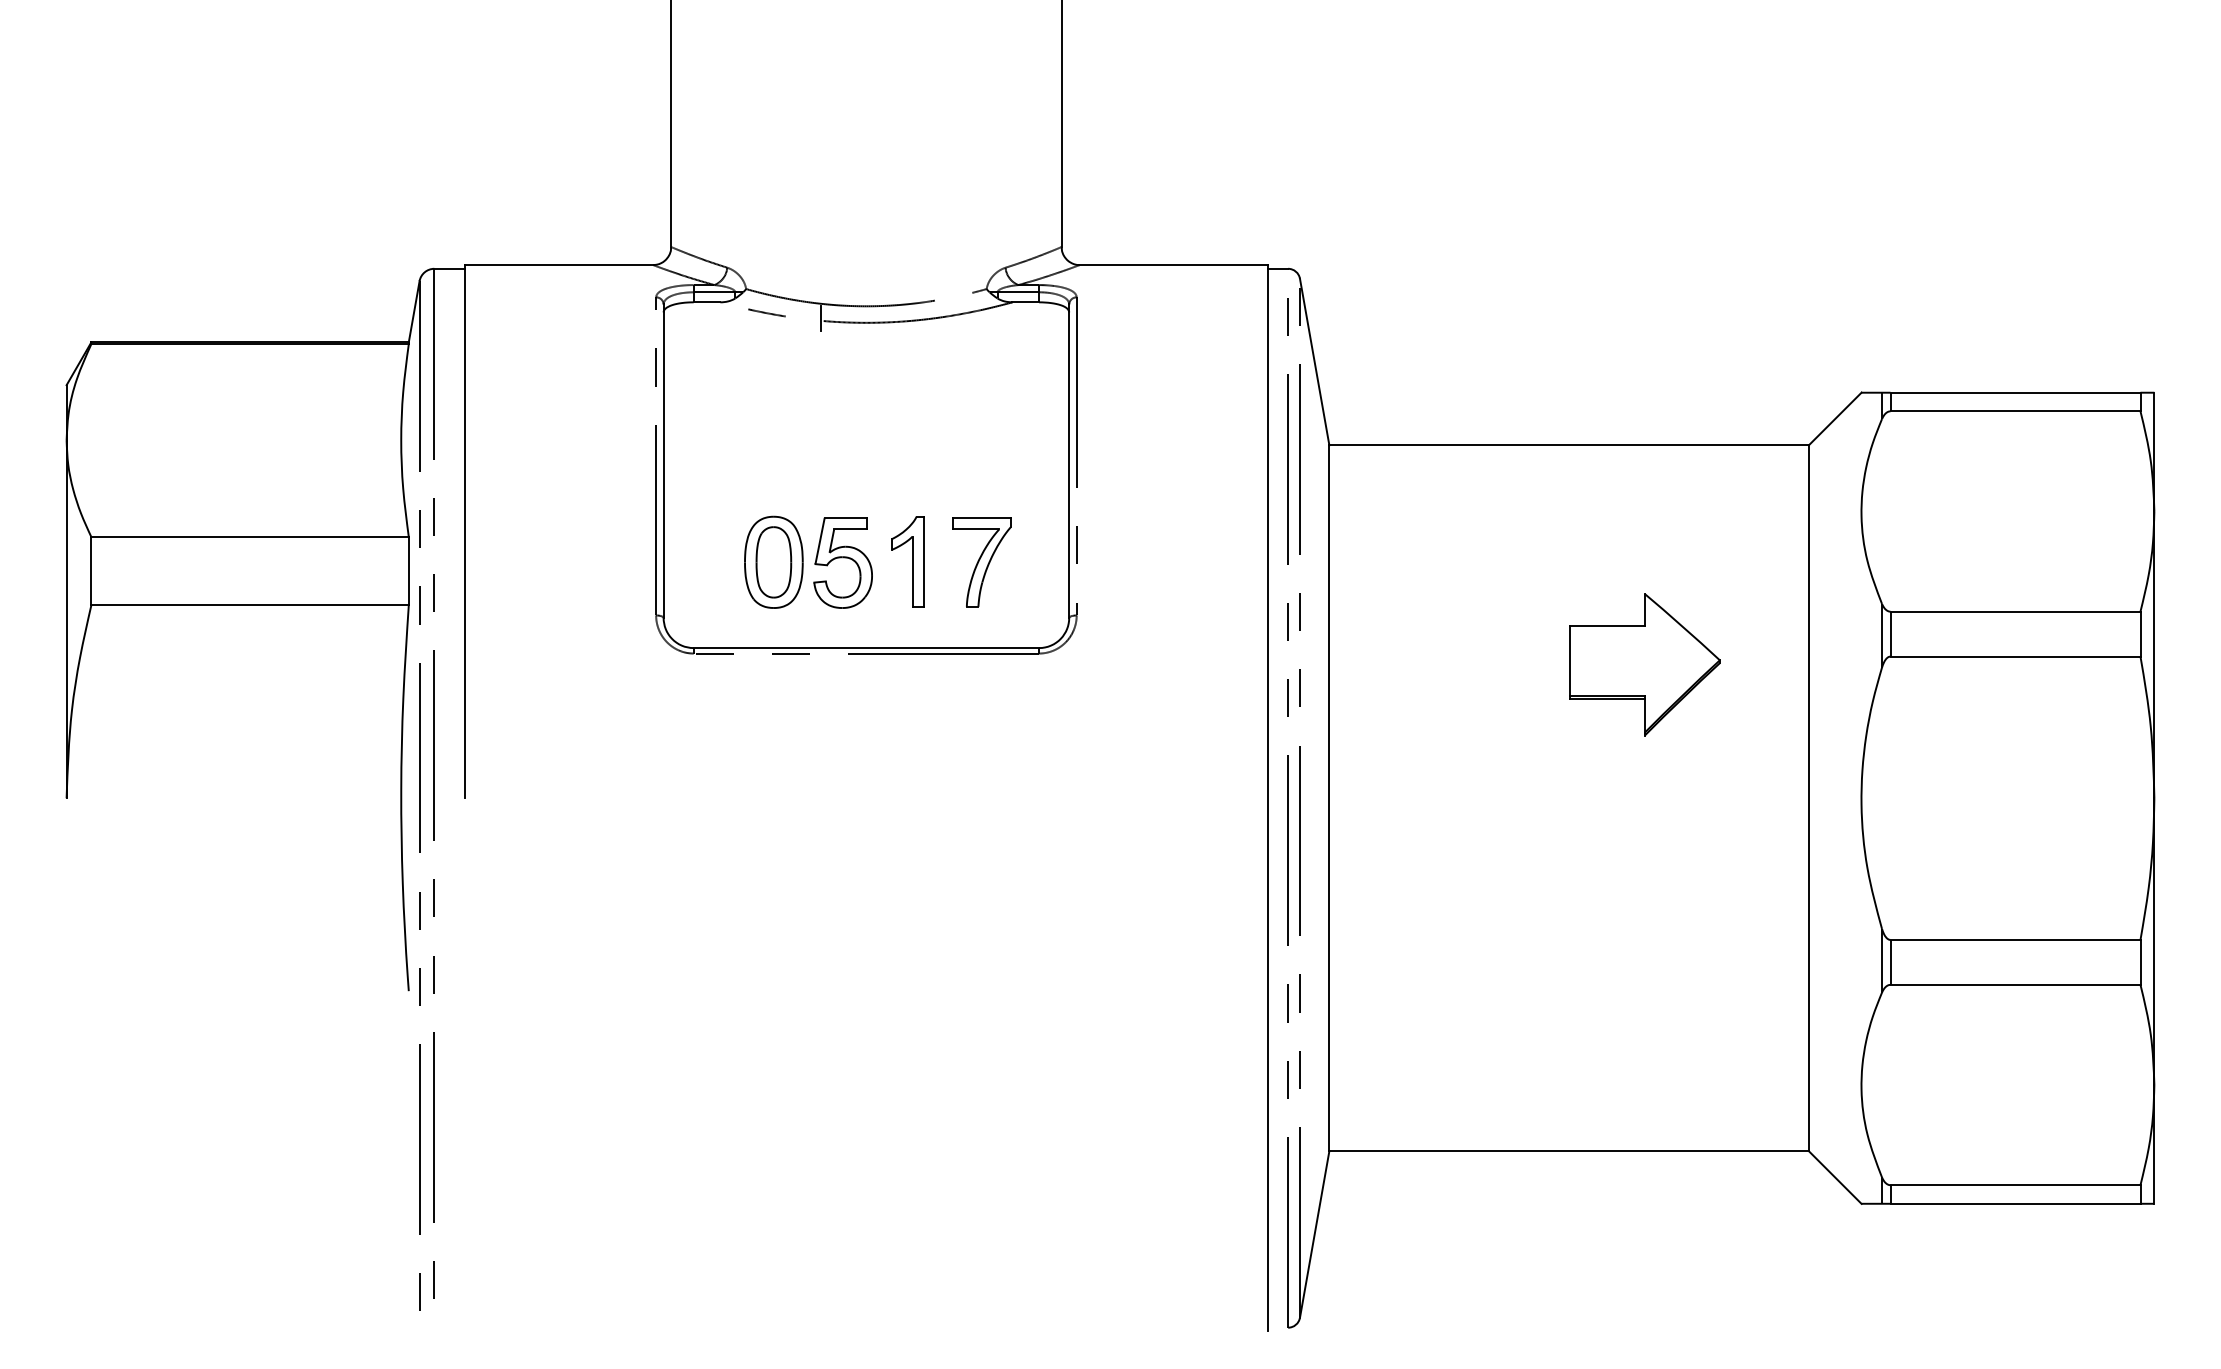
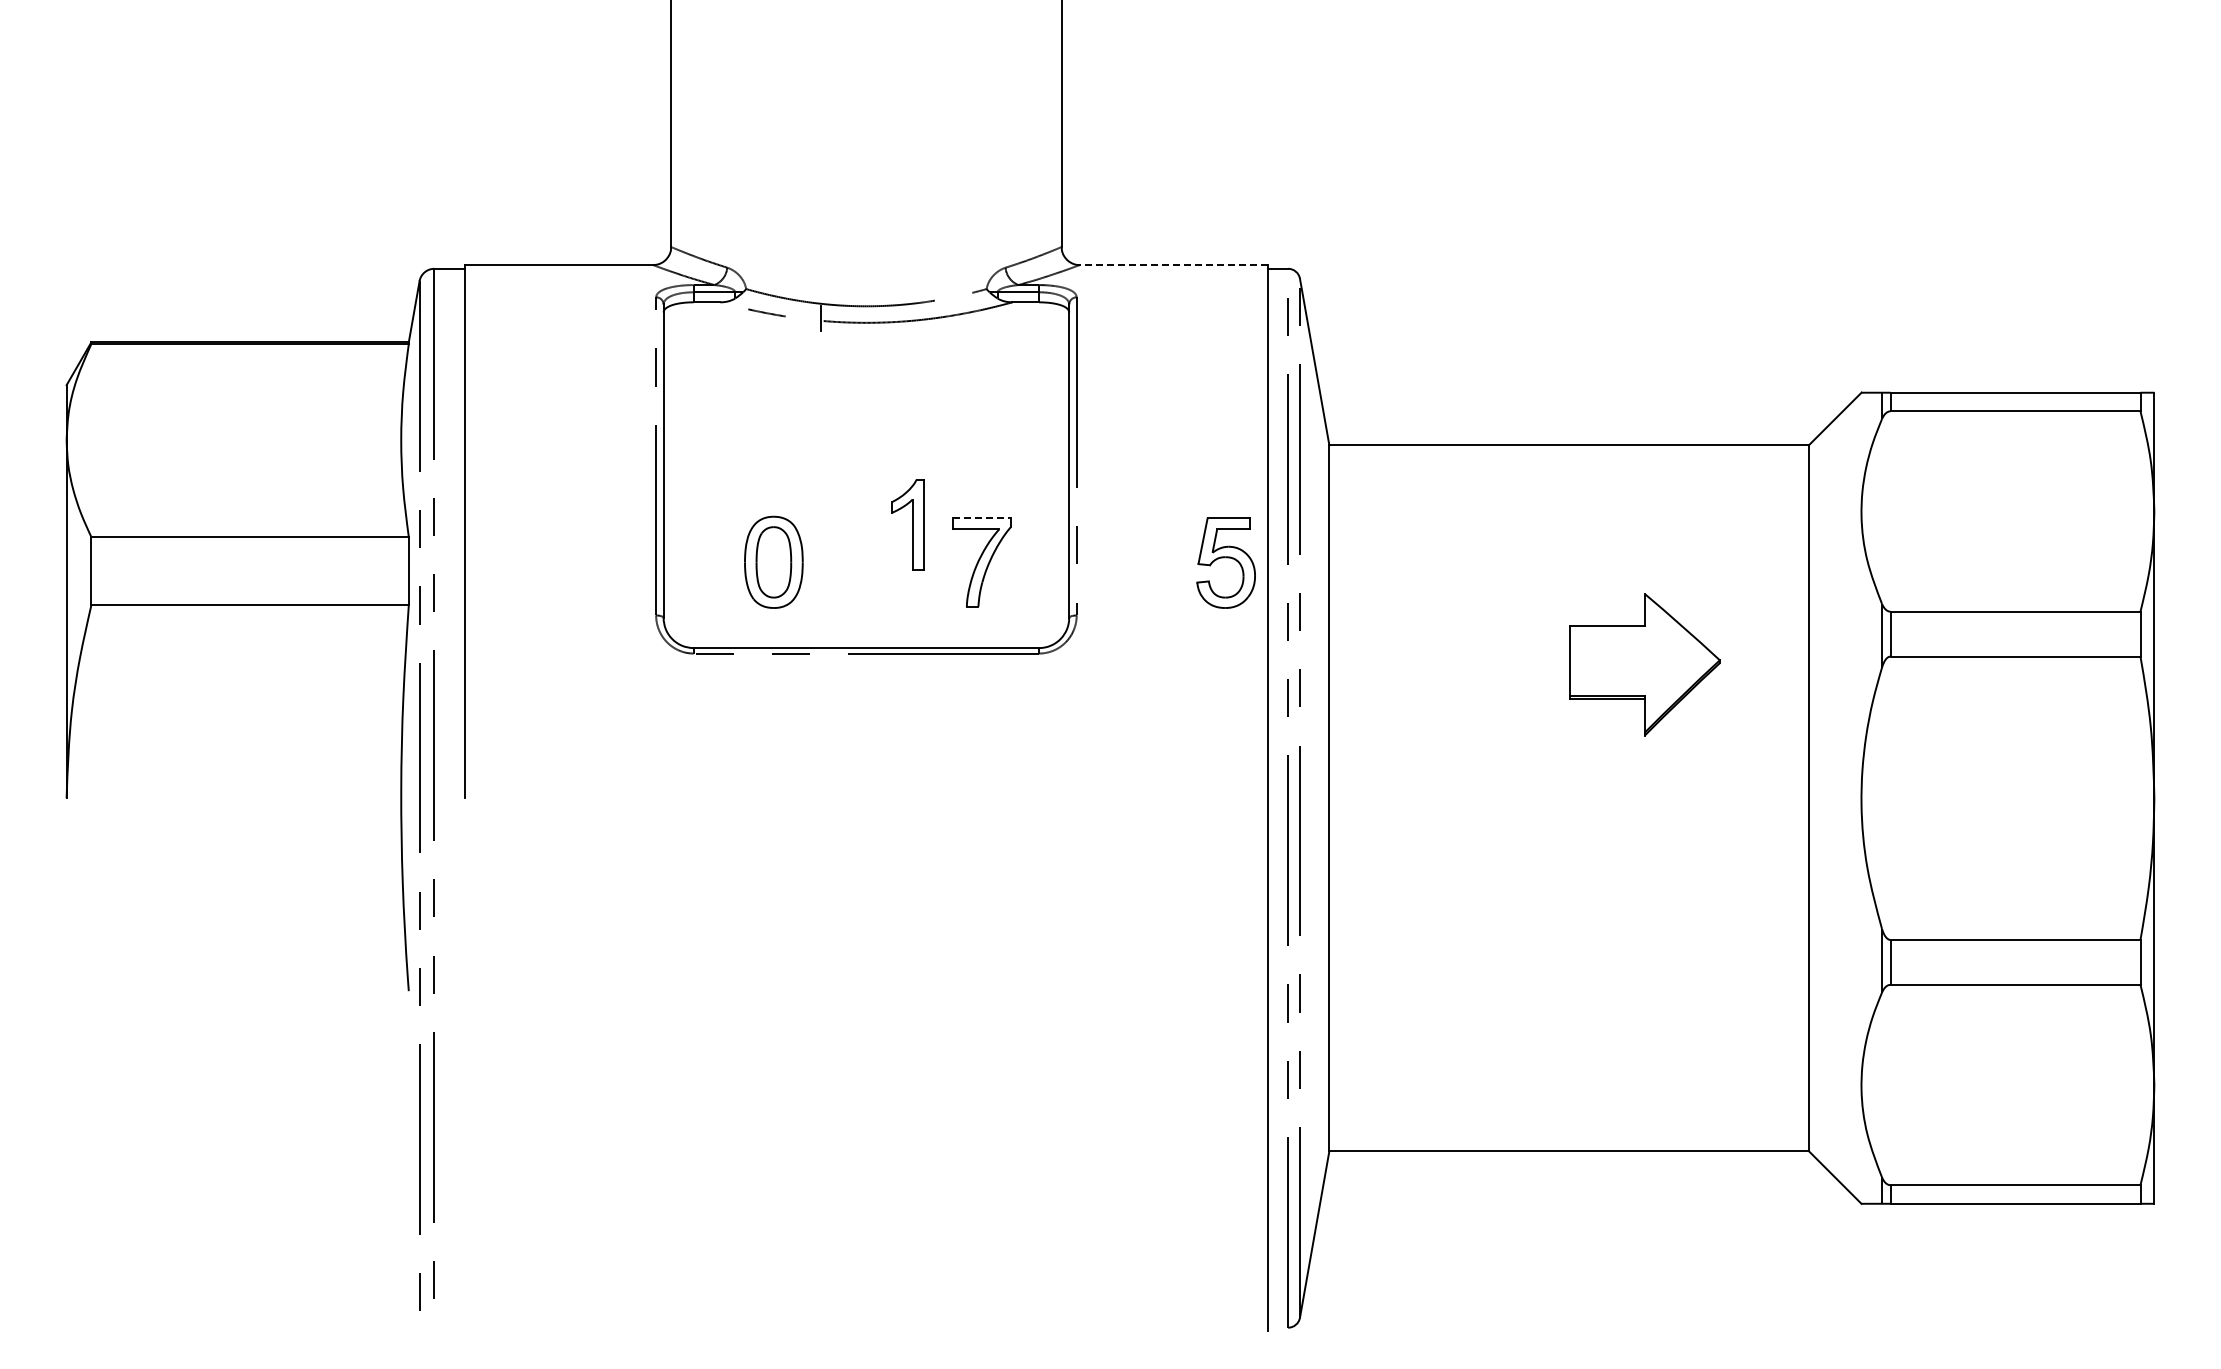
line at (1173, 265): solid -> dashed
line at (981, 517): solid -> dashed
part at (907, 561) position: (907, 561) -> (907, 524)
part at (842, 562) position: (842, 562) -> (1225, 562)
